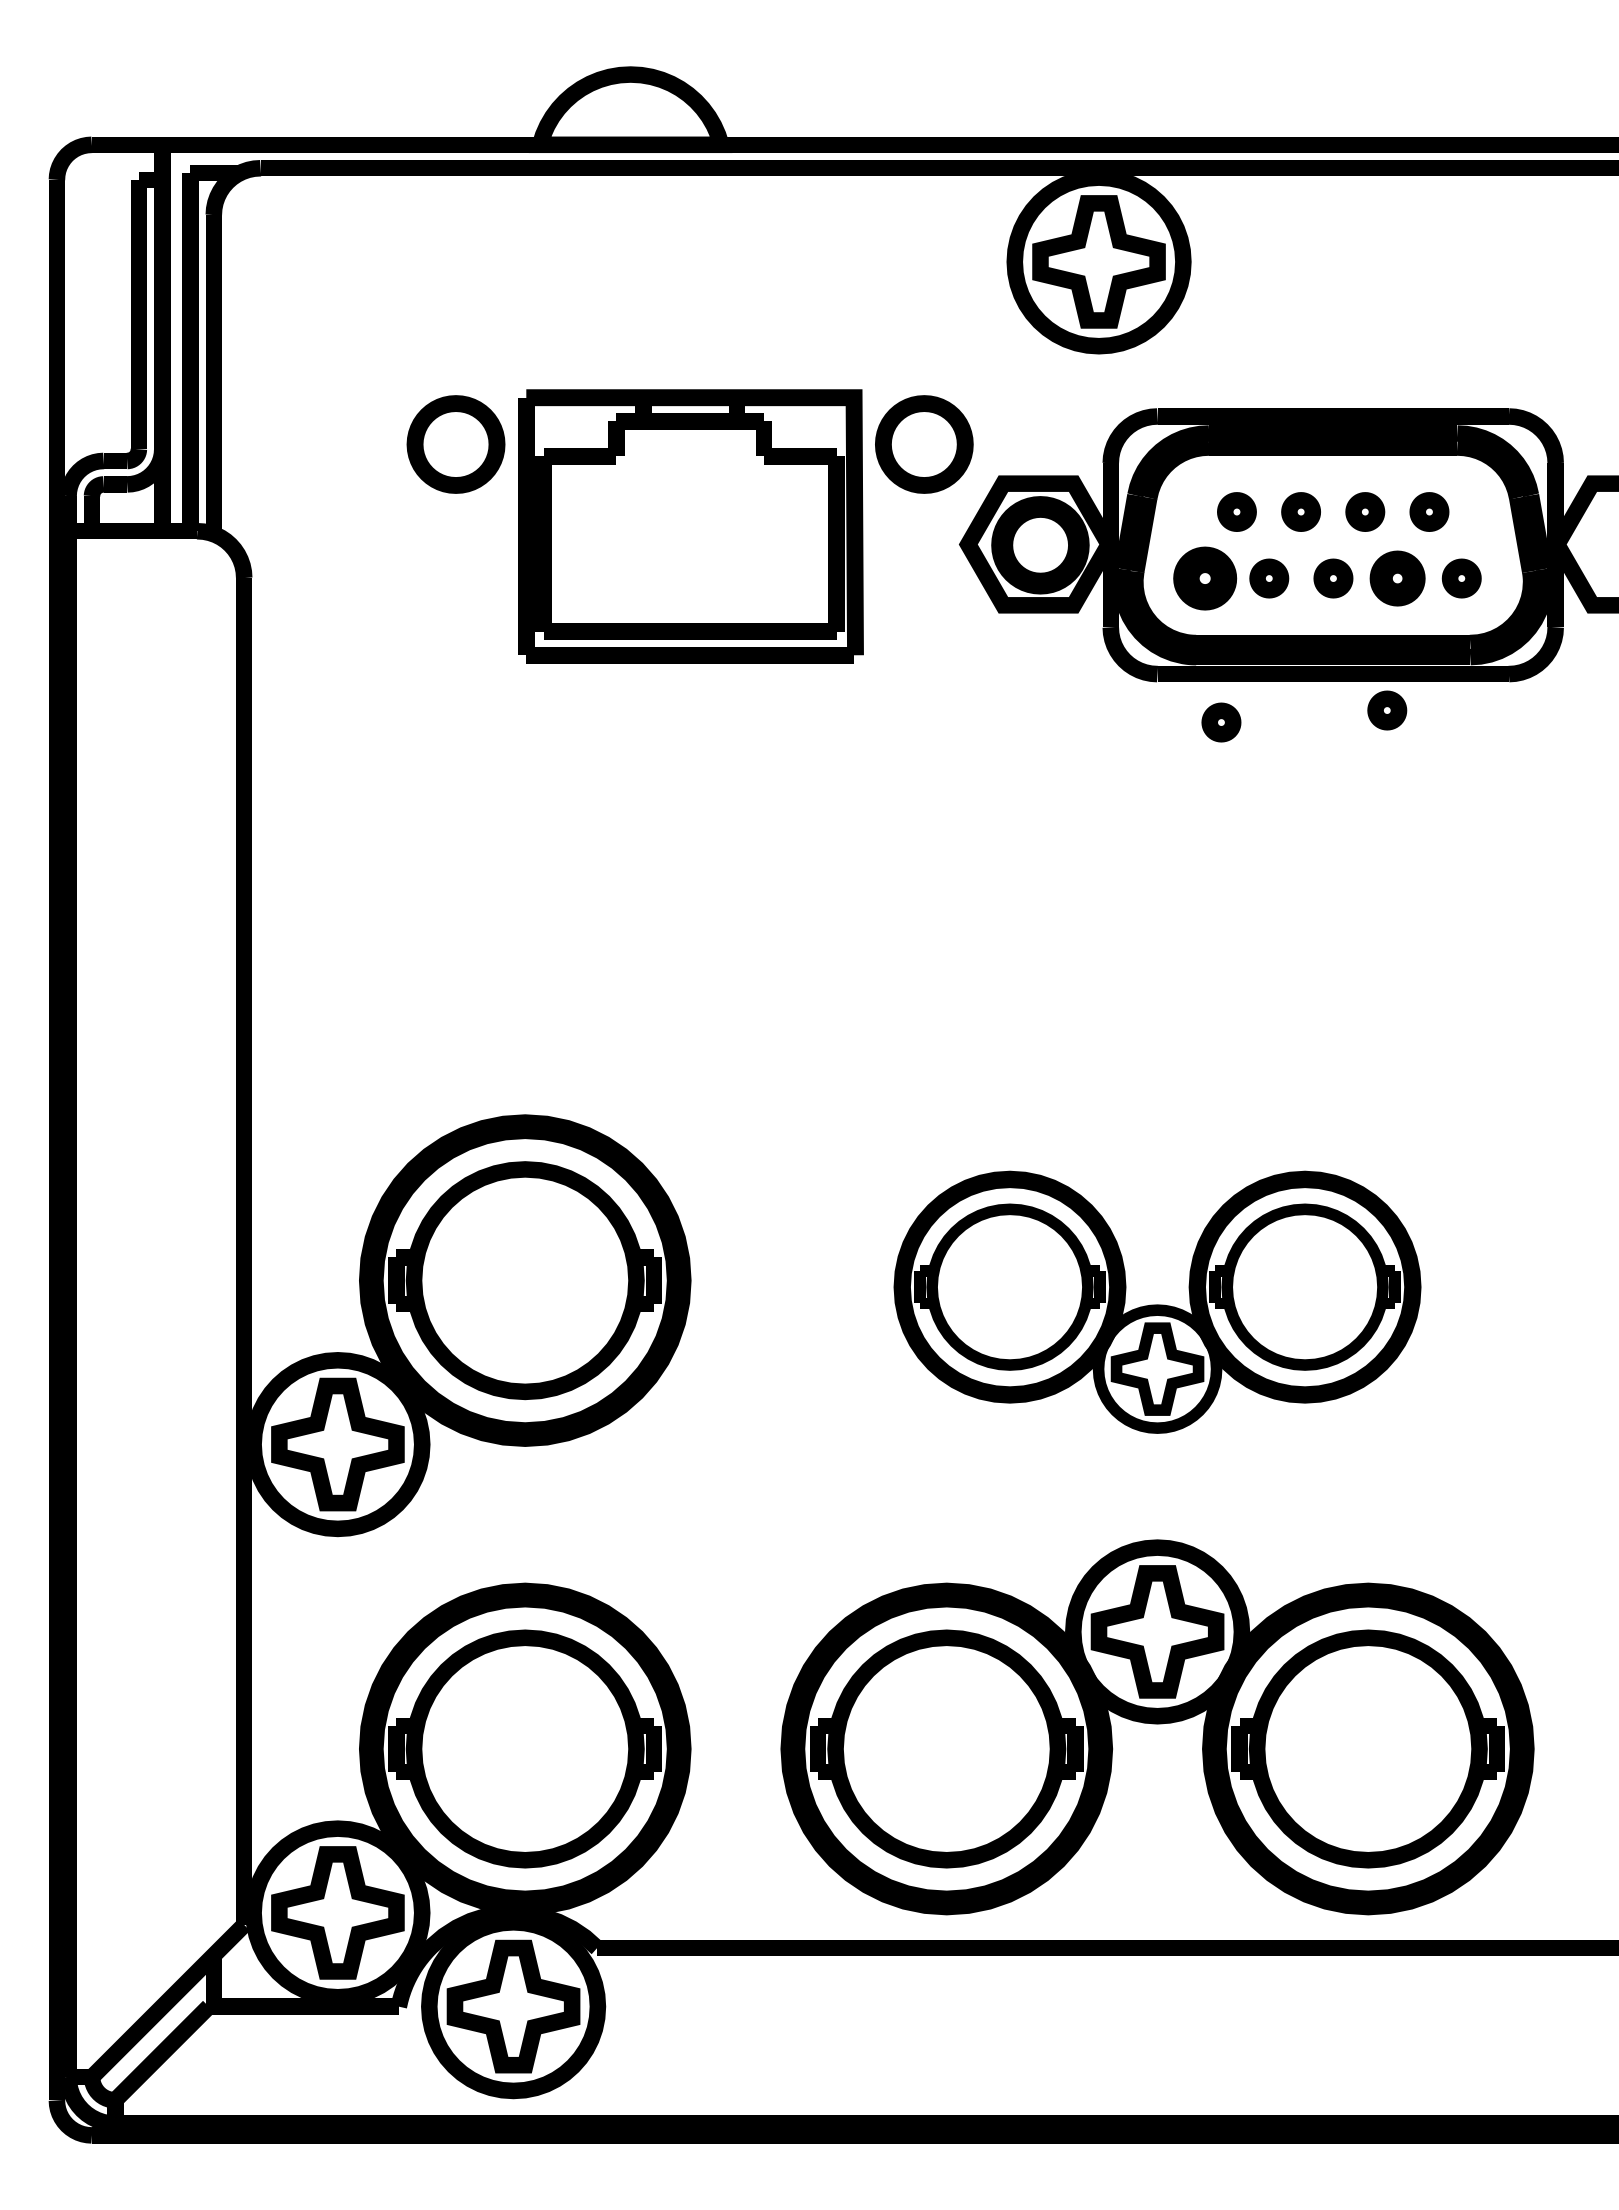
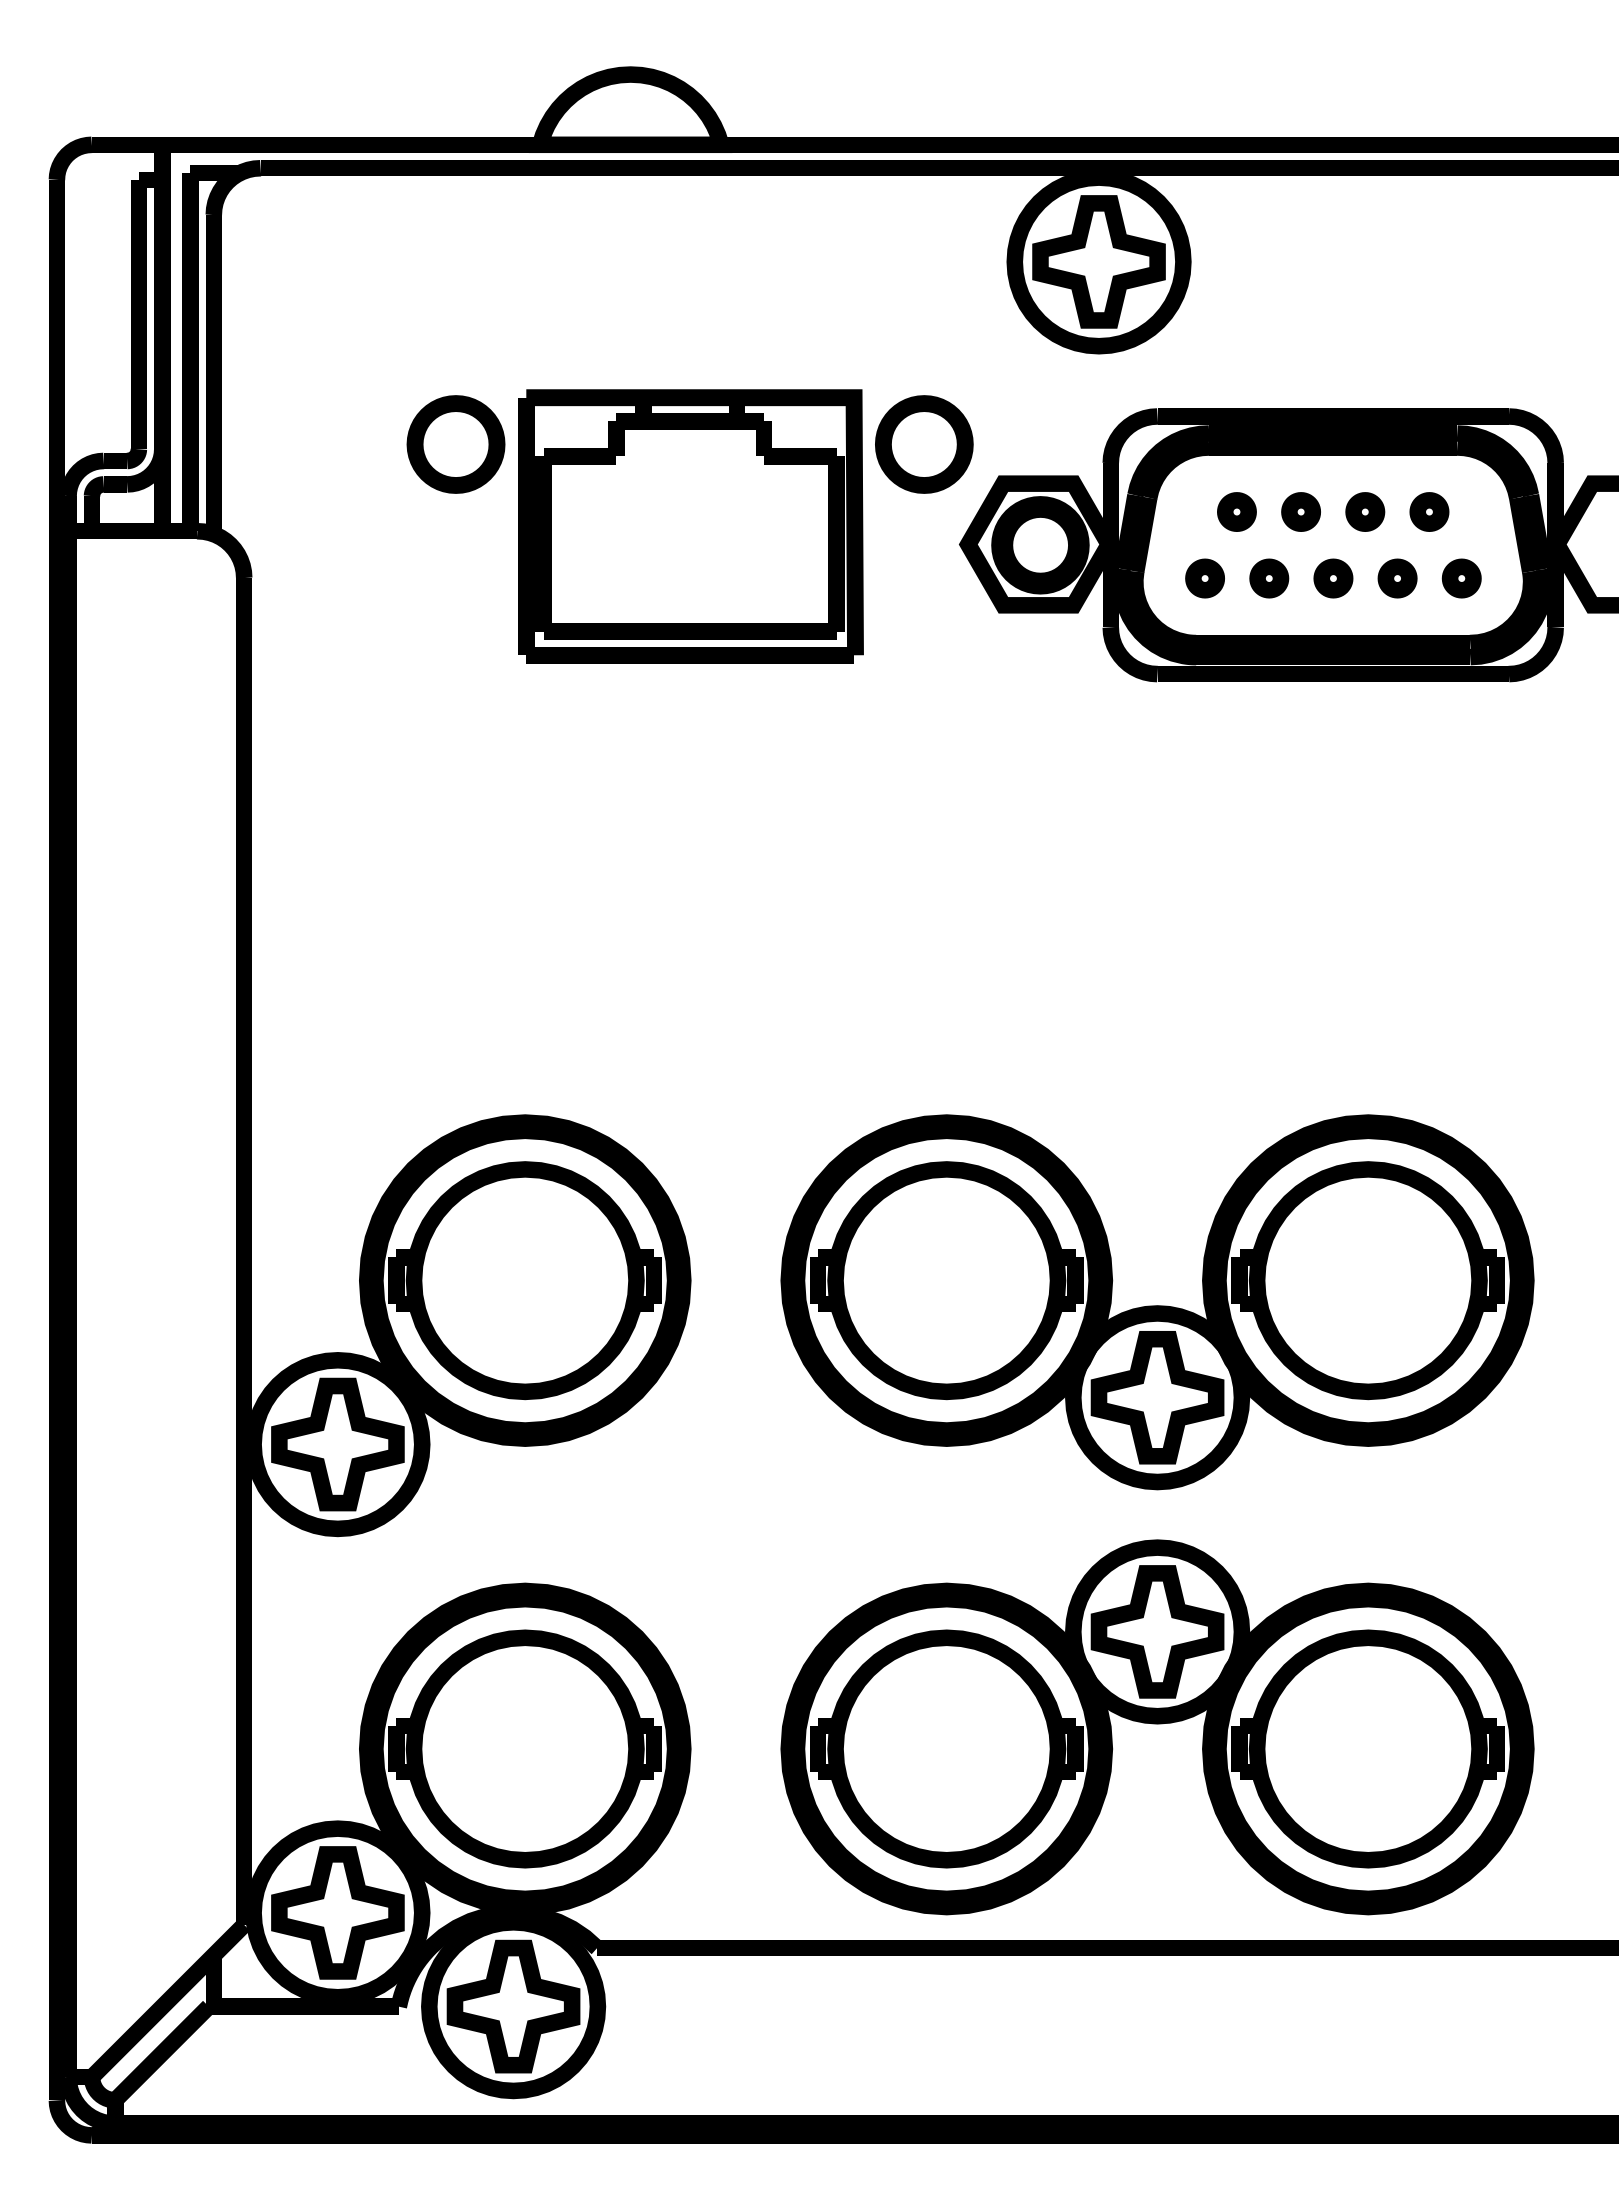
part at (1205, 578) size: 65x65 px -> 40x41 px
part at (1397, 578) size: 57x57 px -> 41x41 px
part at (1387, 710): present -> none
part at (1221, 722): present -> none
part at (1157, 1301) size: 529x264 px -> 755x377 px
